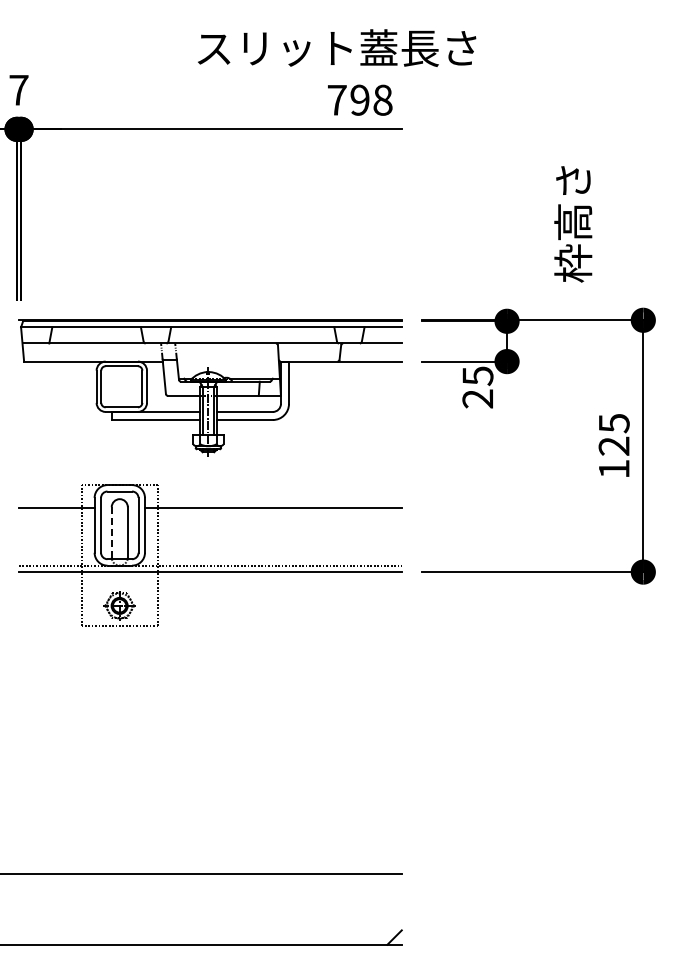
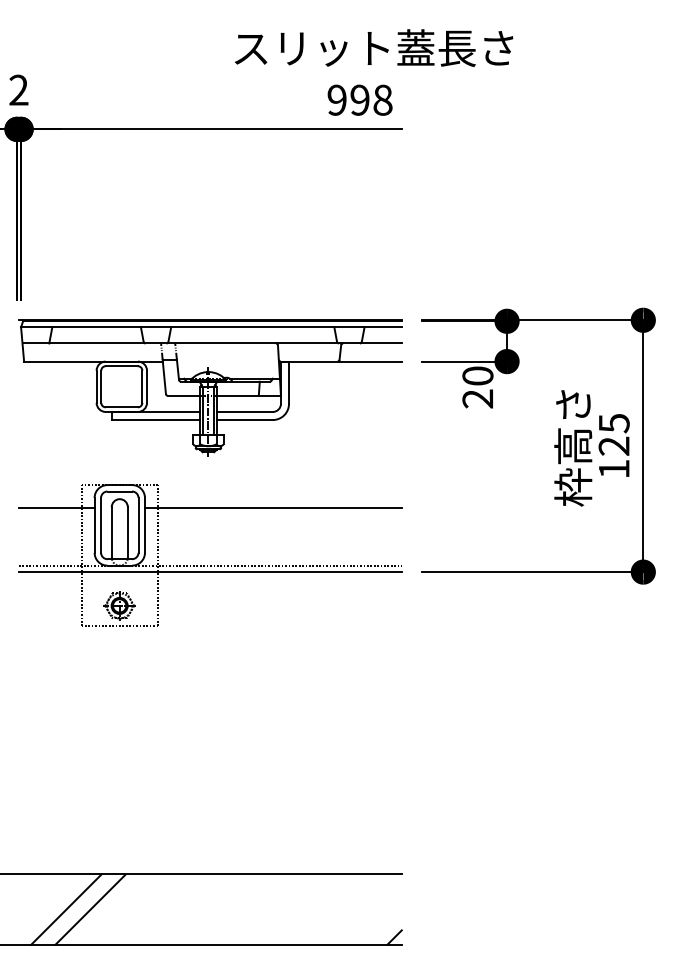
text at (337, 47) position: (337, 47) -> (374, 47)
text at (18, 89): 7 -> 2
text at (336, 99): 798 -> 998
text at (573, 224) position: (573, 224) -> (573, 448)
text at (477, 376): 25 -> 20
line at (111, 531): dashed -> solid
line at (66, 909): none -> present
line at (90, 909): none -> present
